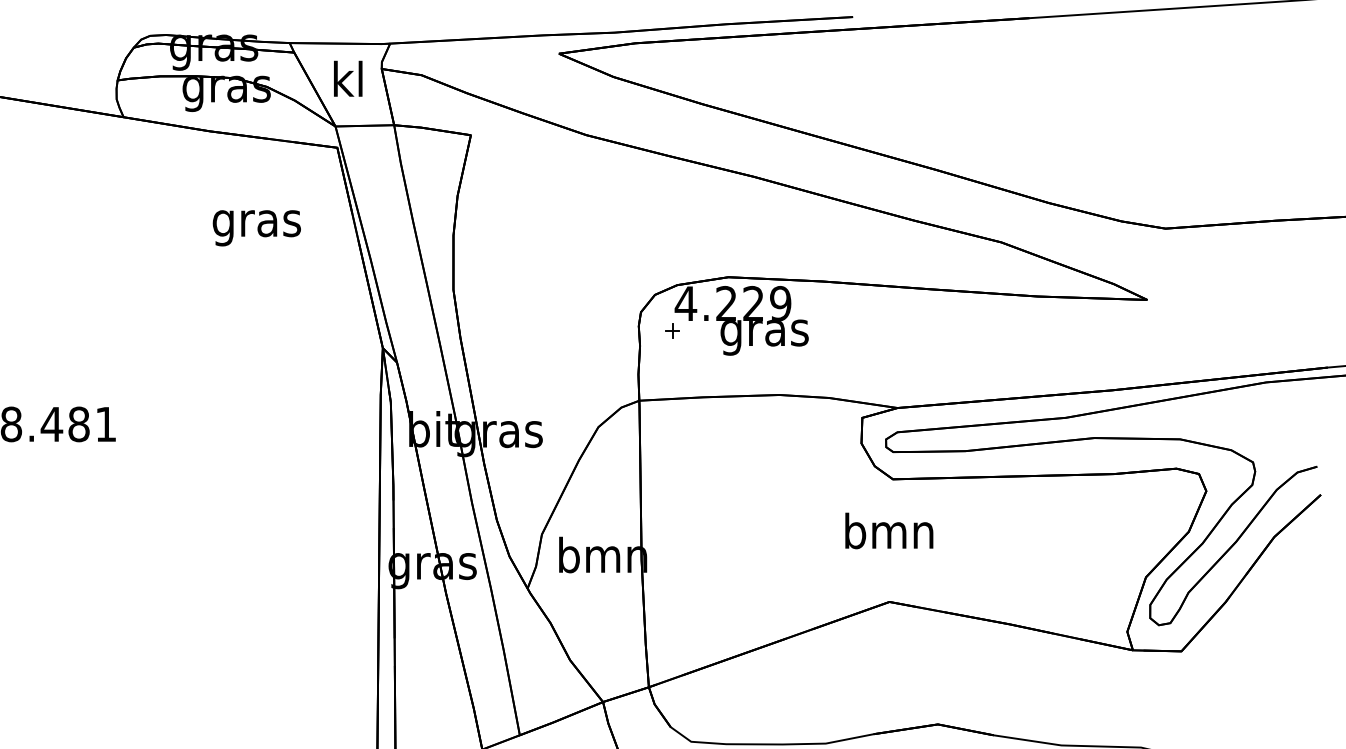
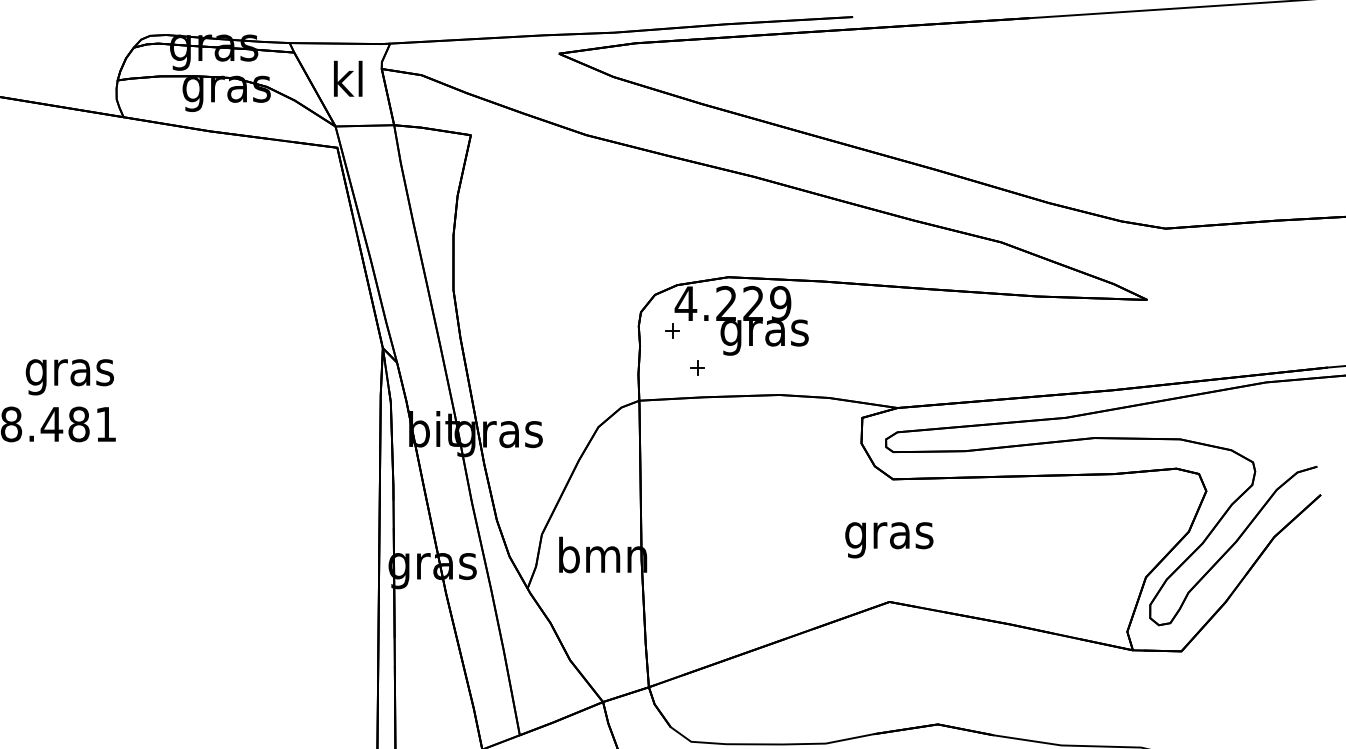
text at (256, 228) position: (256, 228) -> (69, 377)
part at (697, 367): none -> present
text at (889, 535): bmn -> gras
